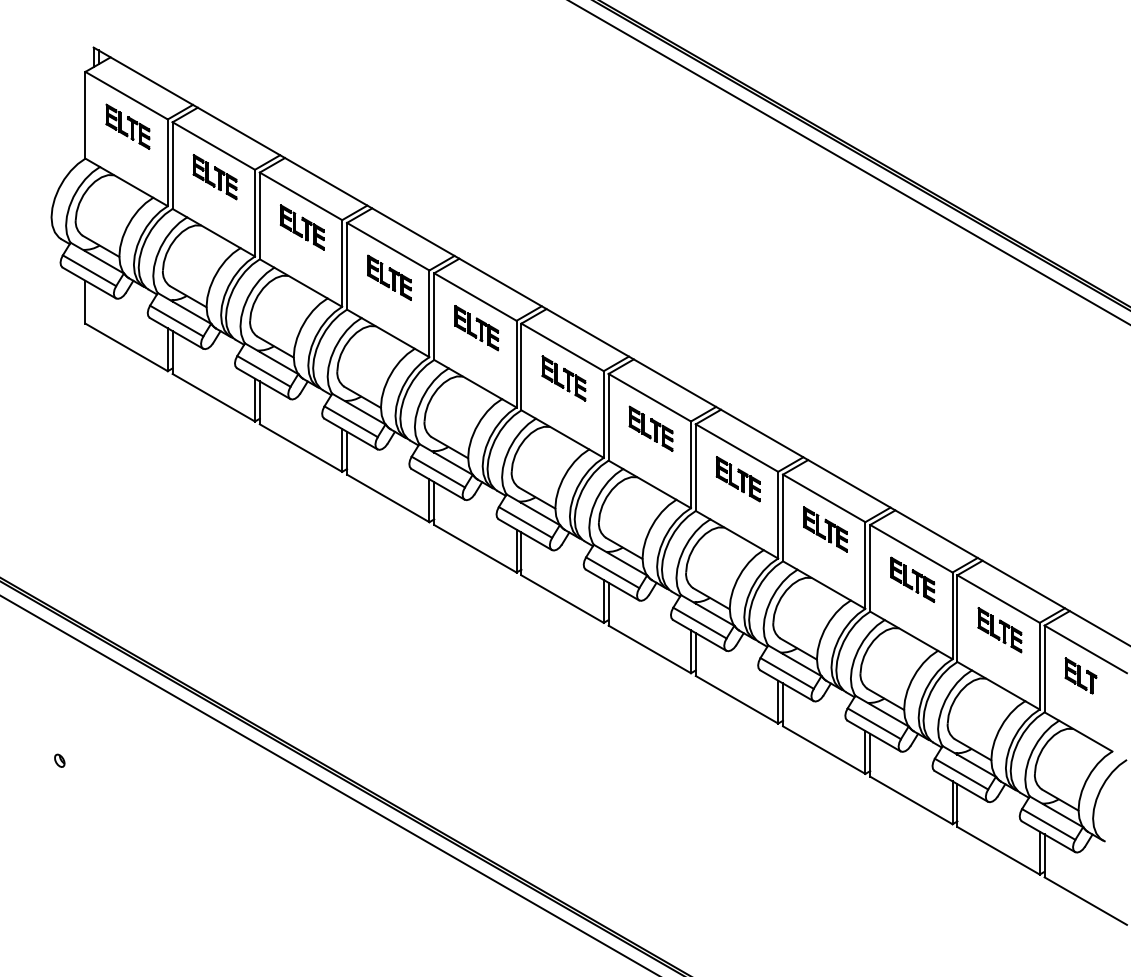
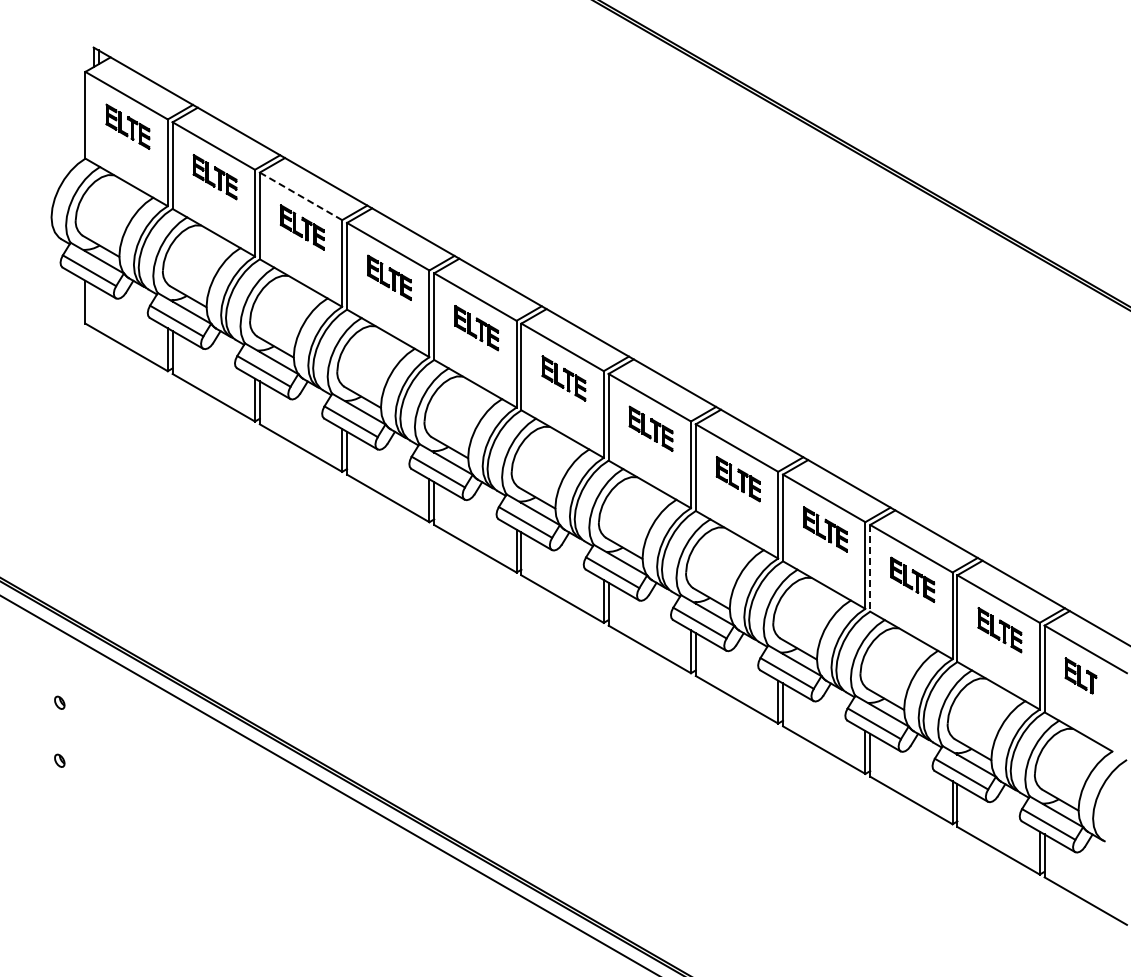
line at (849, 162): present -> none
line at (301, 196): solid -> dashed
line at (870, 568): solid -> dashed
part at (59, 702): none -> present
